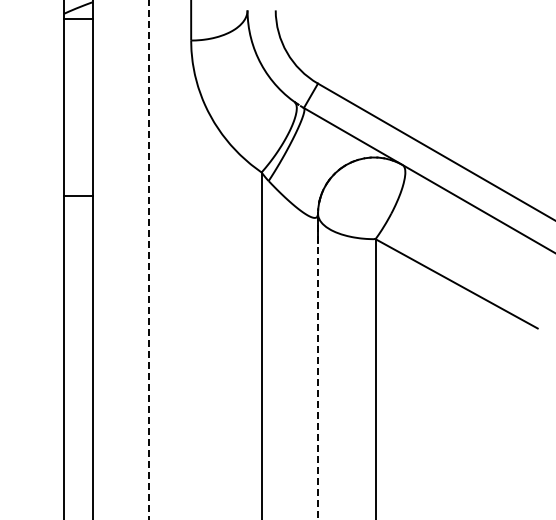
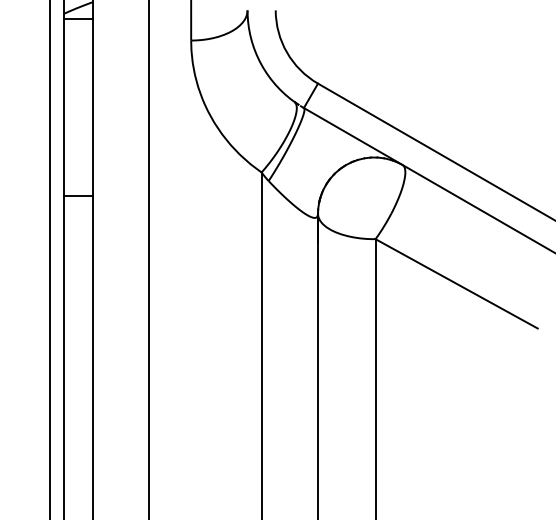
line at (50, 259): none -> present
line at (148, 260): dashed -> solid
line at (318, 366): dashed -> solid
